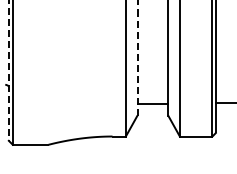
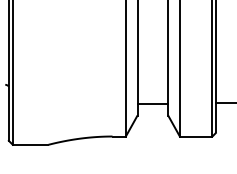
line at (137, 57): dashed -> solid
line at (8, 70): dashed -> solid
